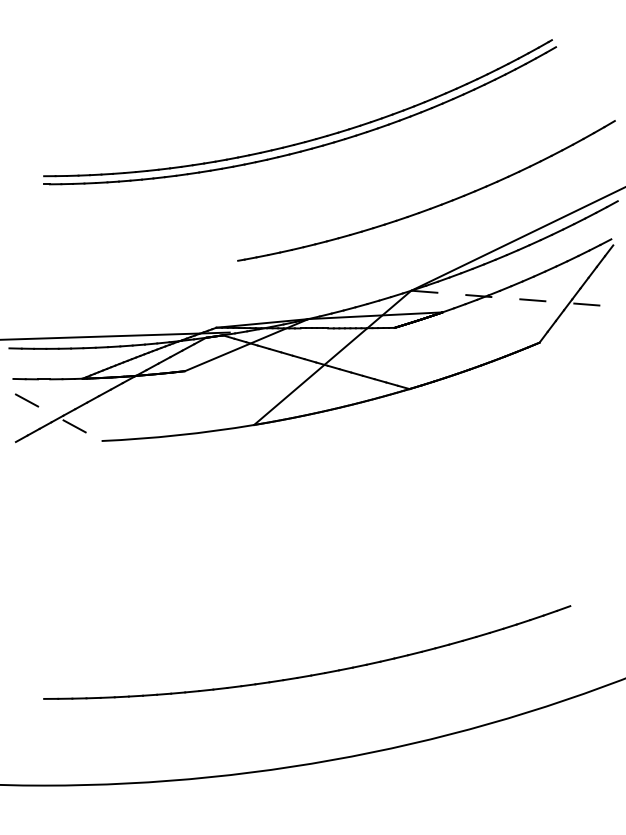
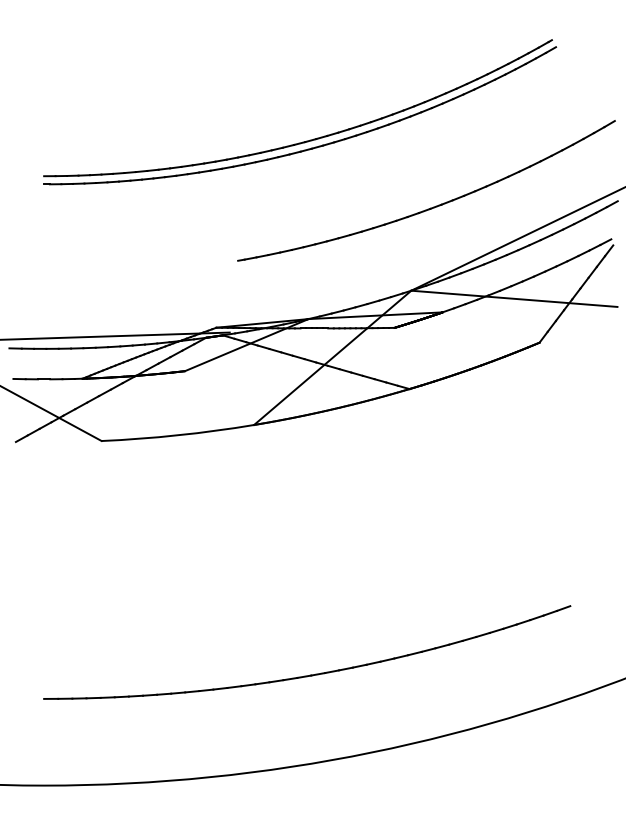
line at (514, 298): dashed -> solid
line at (51, 413): dashed -> solid
